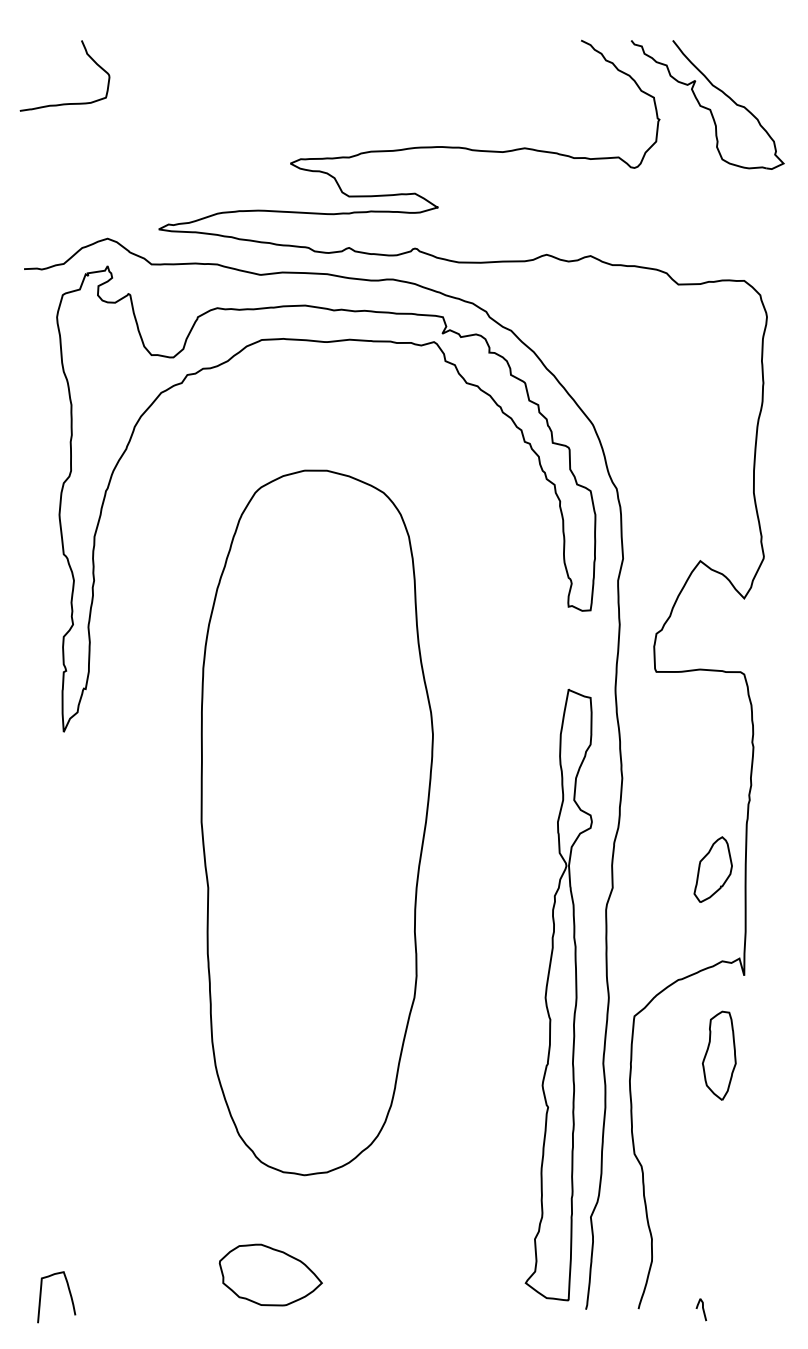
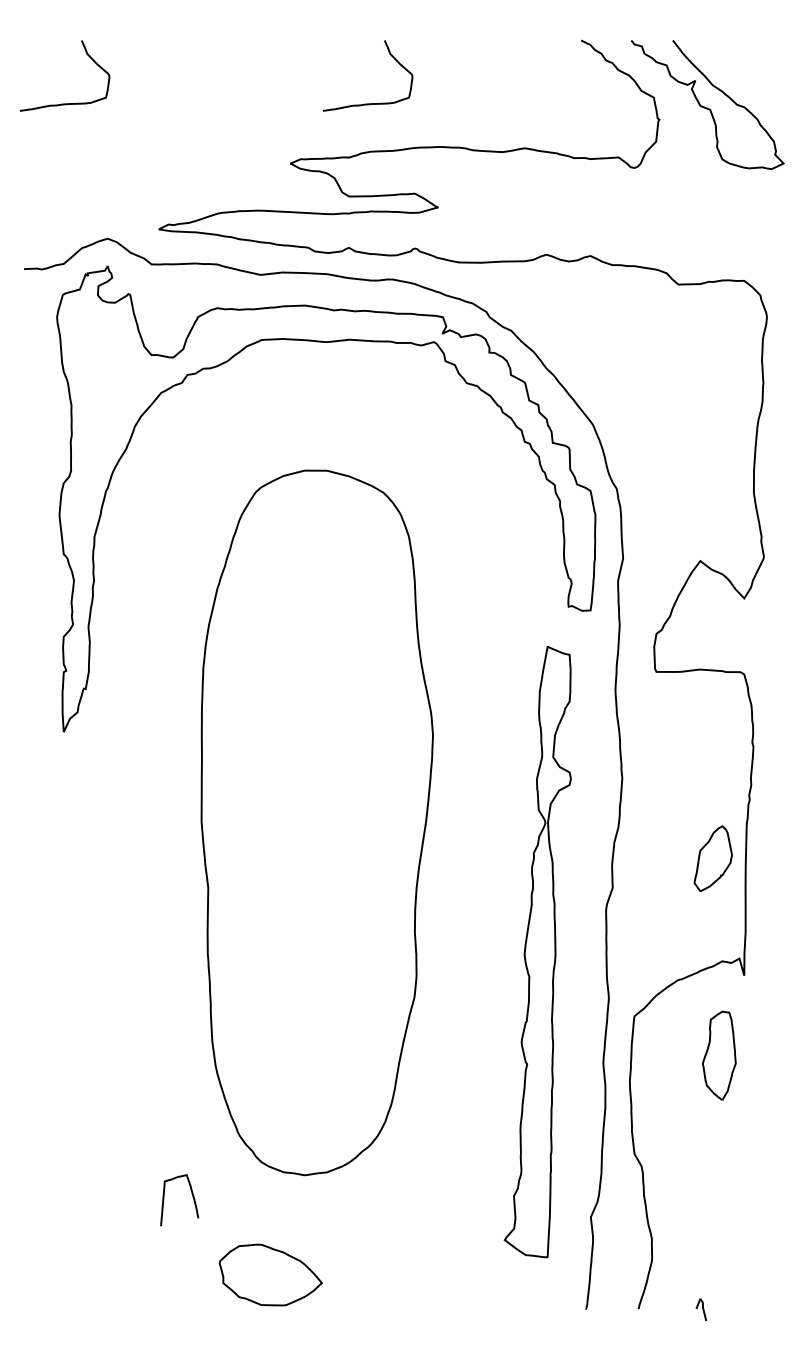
curve at (367, 103): none -> present
part at (712, 869) position: (712, 869) -> (712, 858)
part at (558, 994) position: (558, 994) -> (537, 951)
curve at (69, 1294) position: (69, 1294) -> (192, 1197)
